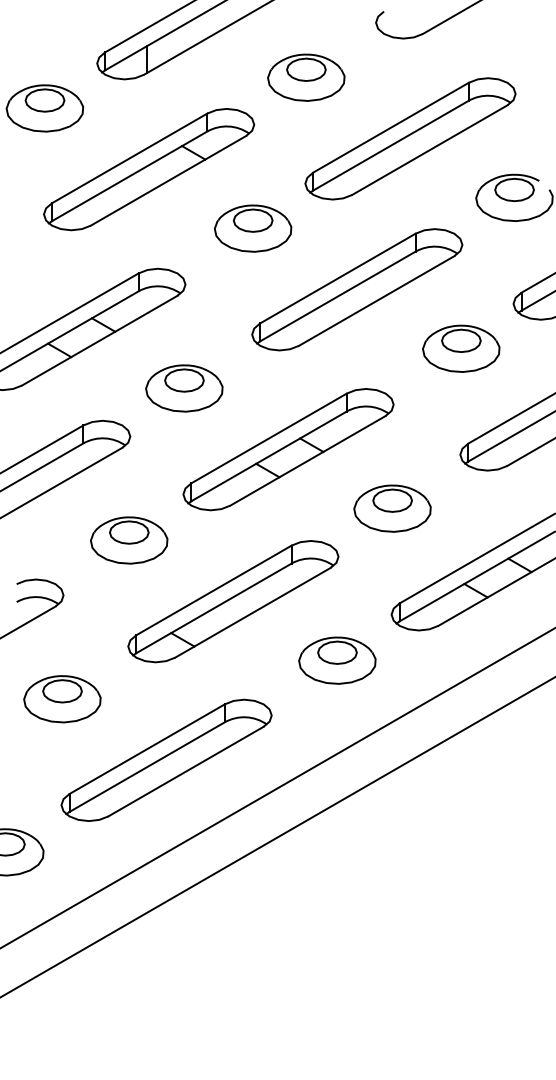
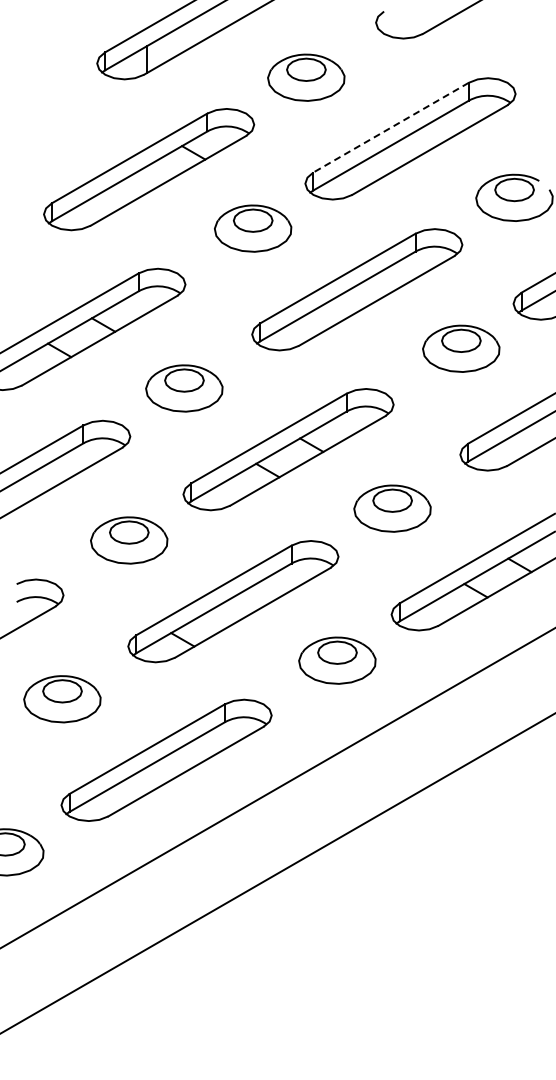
part at (44, 108): present -> none
line at (391, 127): solid -> dashed
line at (277, 837) position: (277, 837) -> (277, 873)
